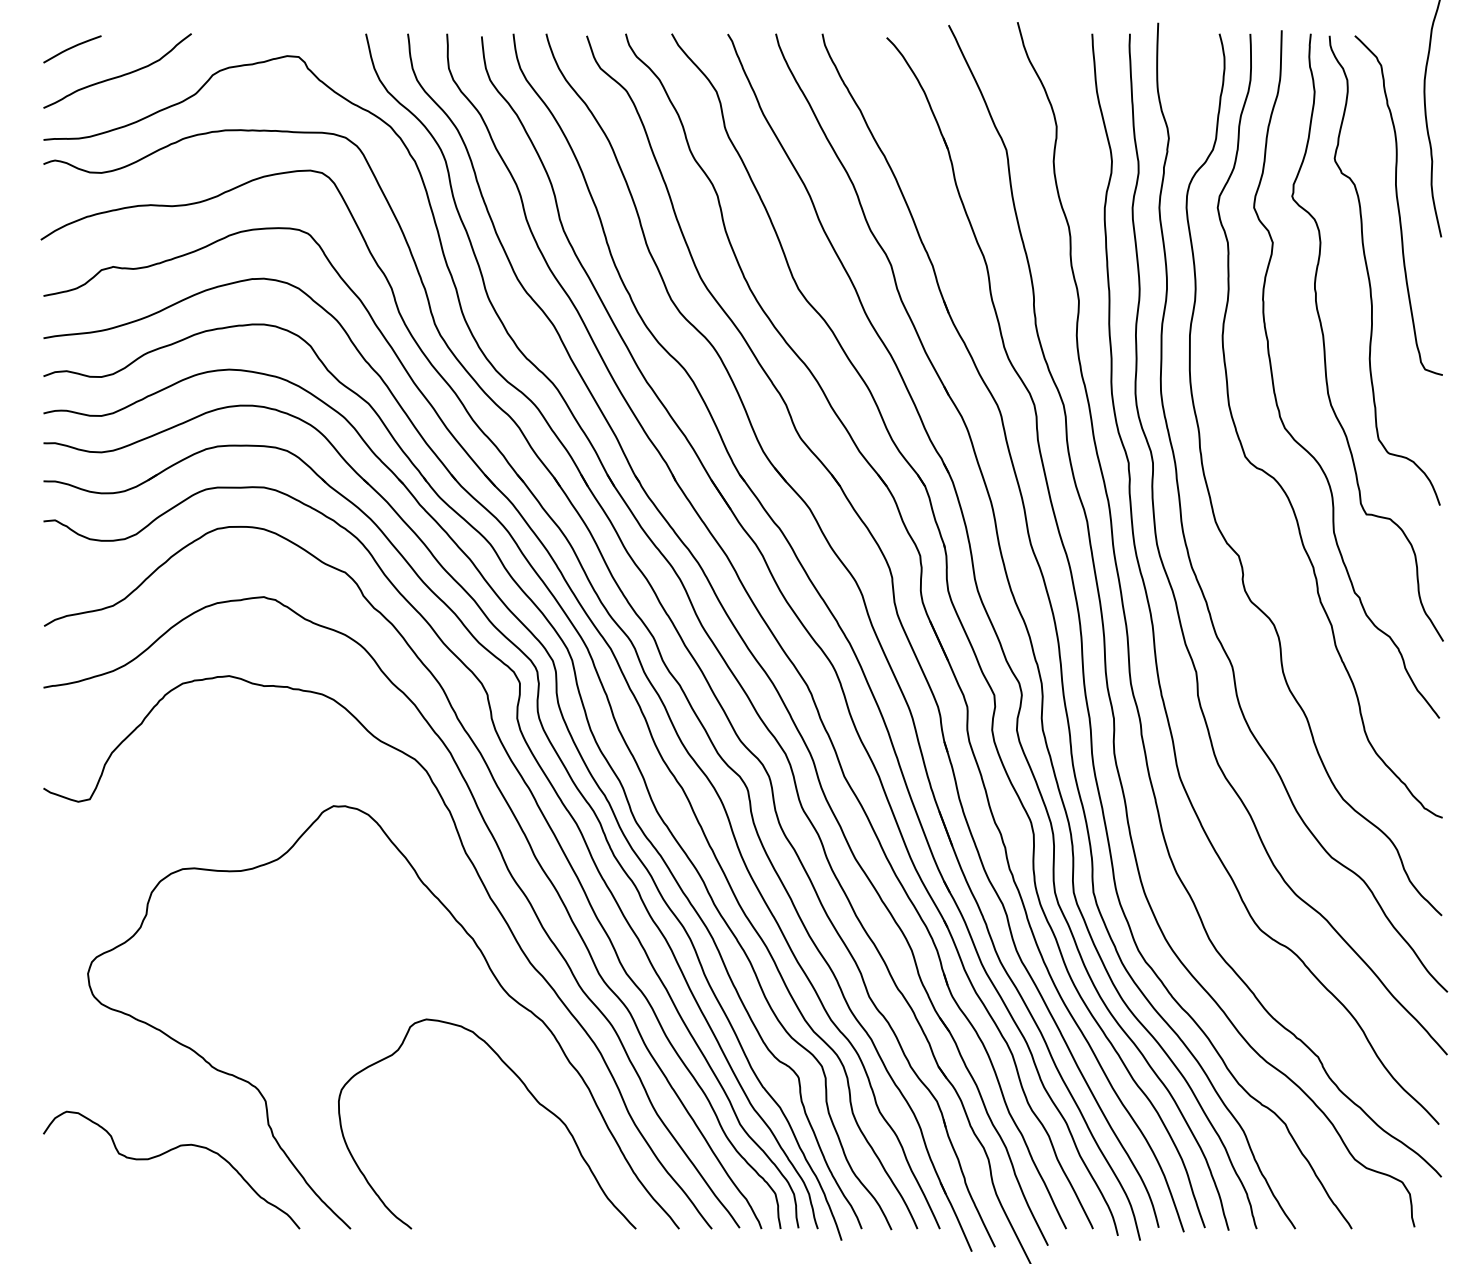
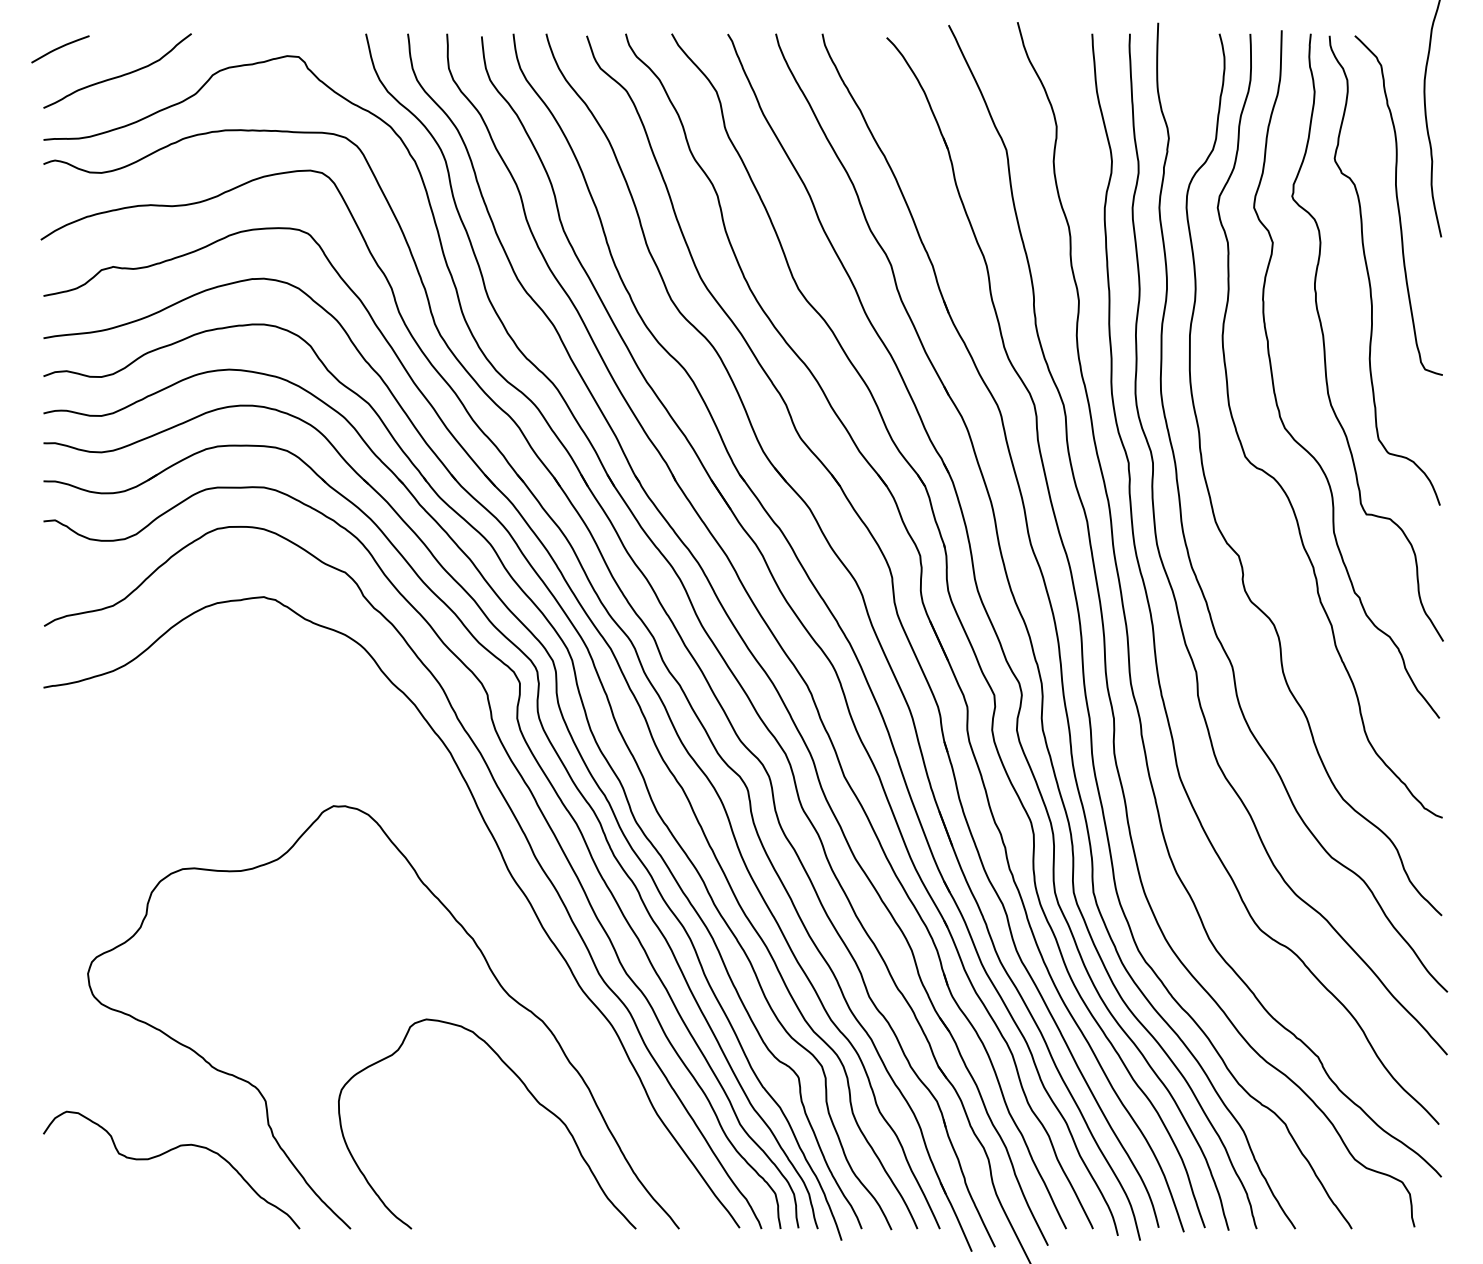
curve at (72, 48) position: (72, 48) -> (60, 48)
curve at (488, 896): present -> none
